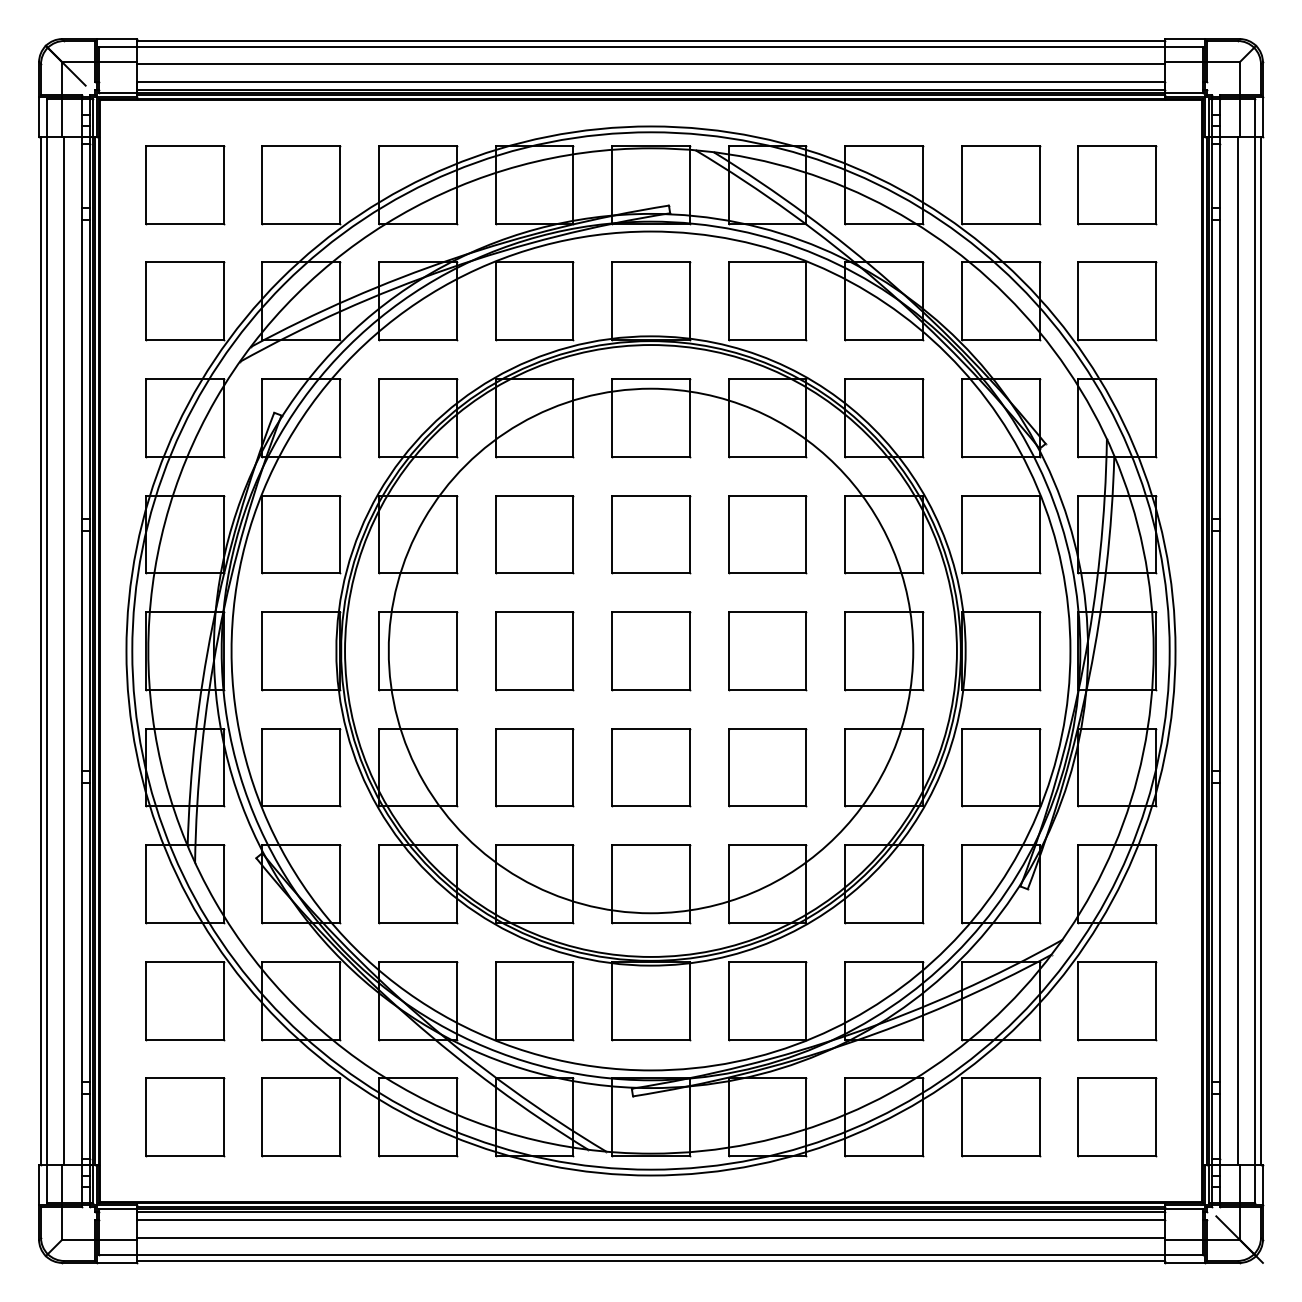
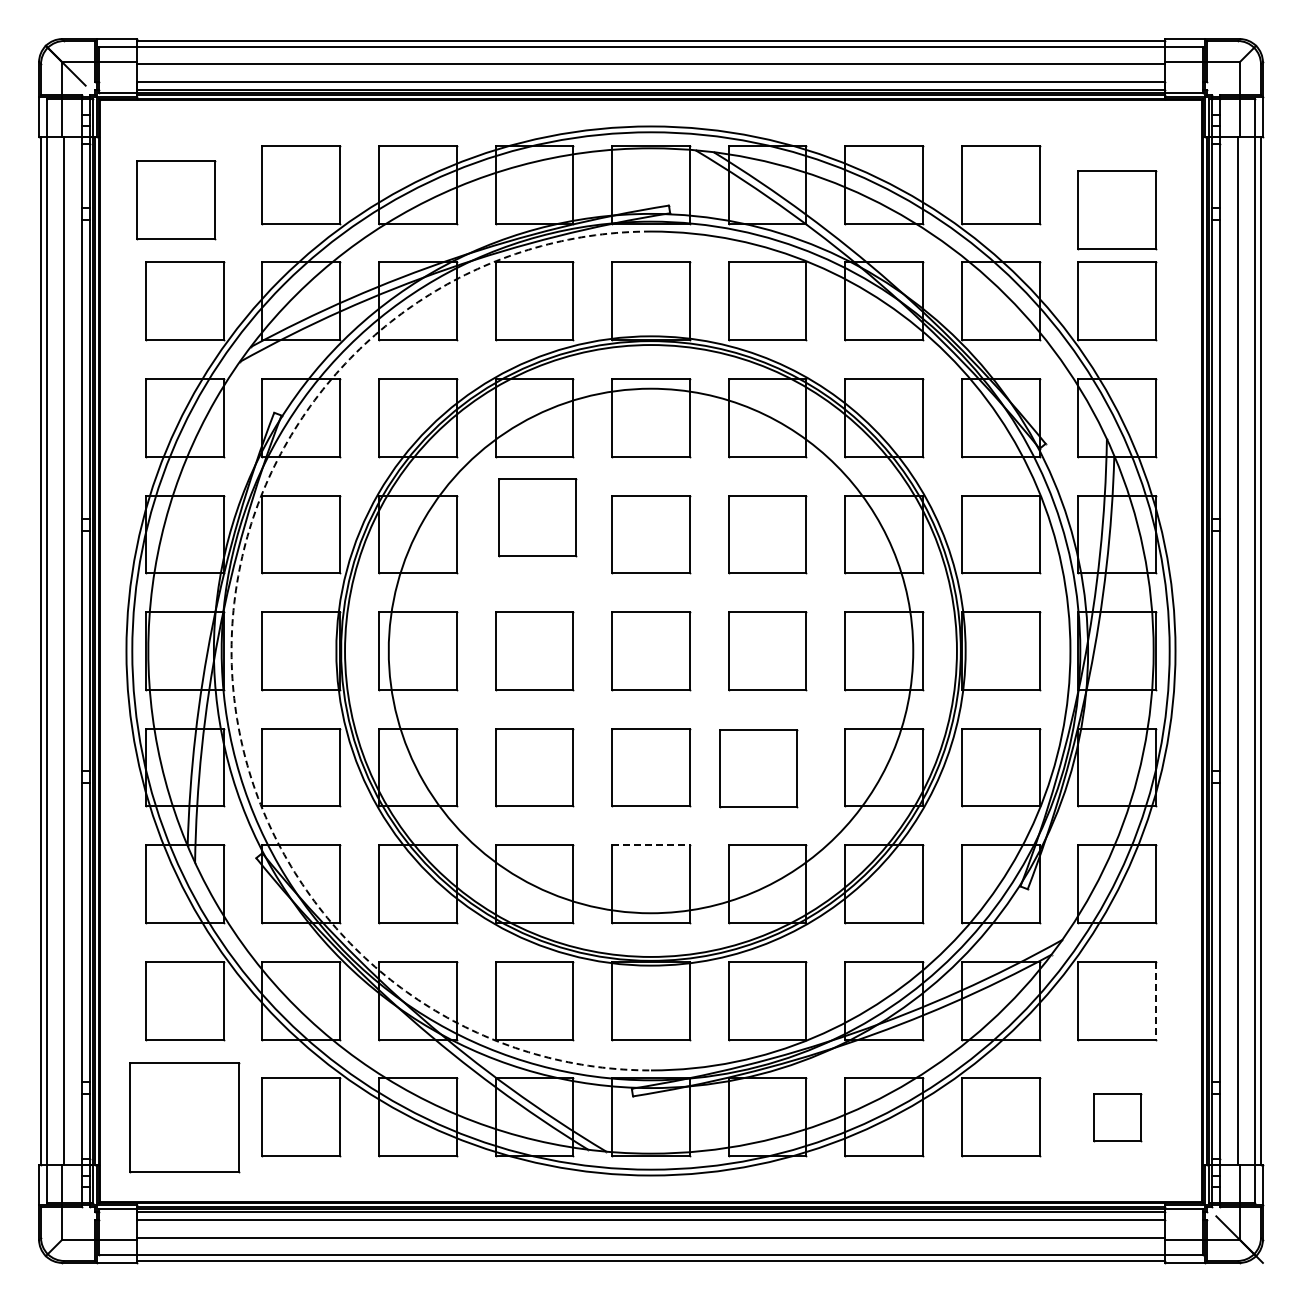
part at (185, 185) position: (185, 185) -> (176, 200)
part at (1117, 185) position: (1117, 185) -> (1117, 210)
part at (534, 534) position: (534, 534) -> (537, 517)
arc at (231, 651): solid -> dashed
part at (767, 767) position: (767, 767) -> (758, 768)
line at (651, 845): solid -> dashed
line at (1156, 1000): solid -> dashed
part at (185, 1117) size: 81x81 px -> 112x112 px
part at (1117, 1117) size: 81x81 px -> 50x50 px
